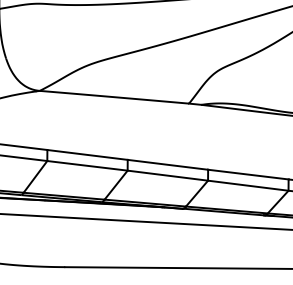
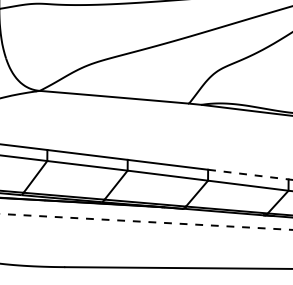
line at (248, 174): solid -> dashed
line at (146, 221): solid -> dashed
